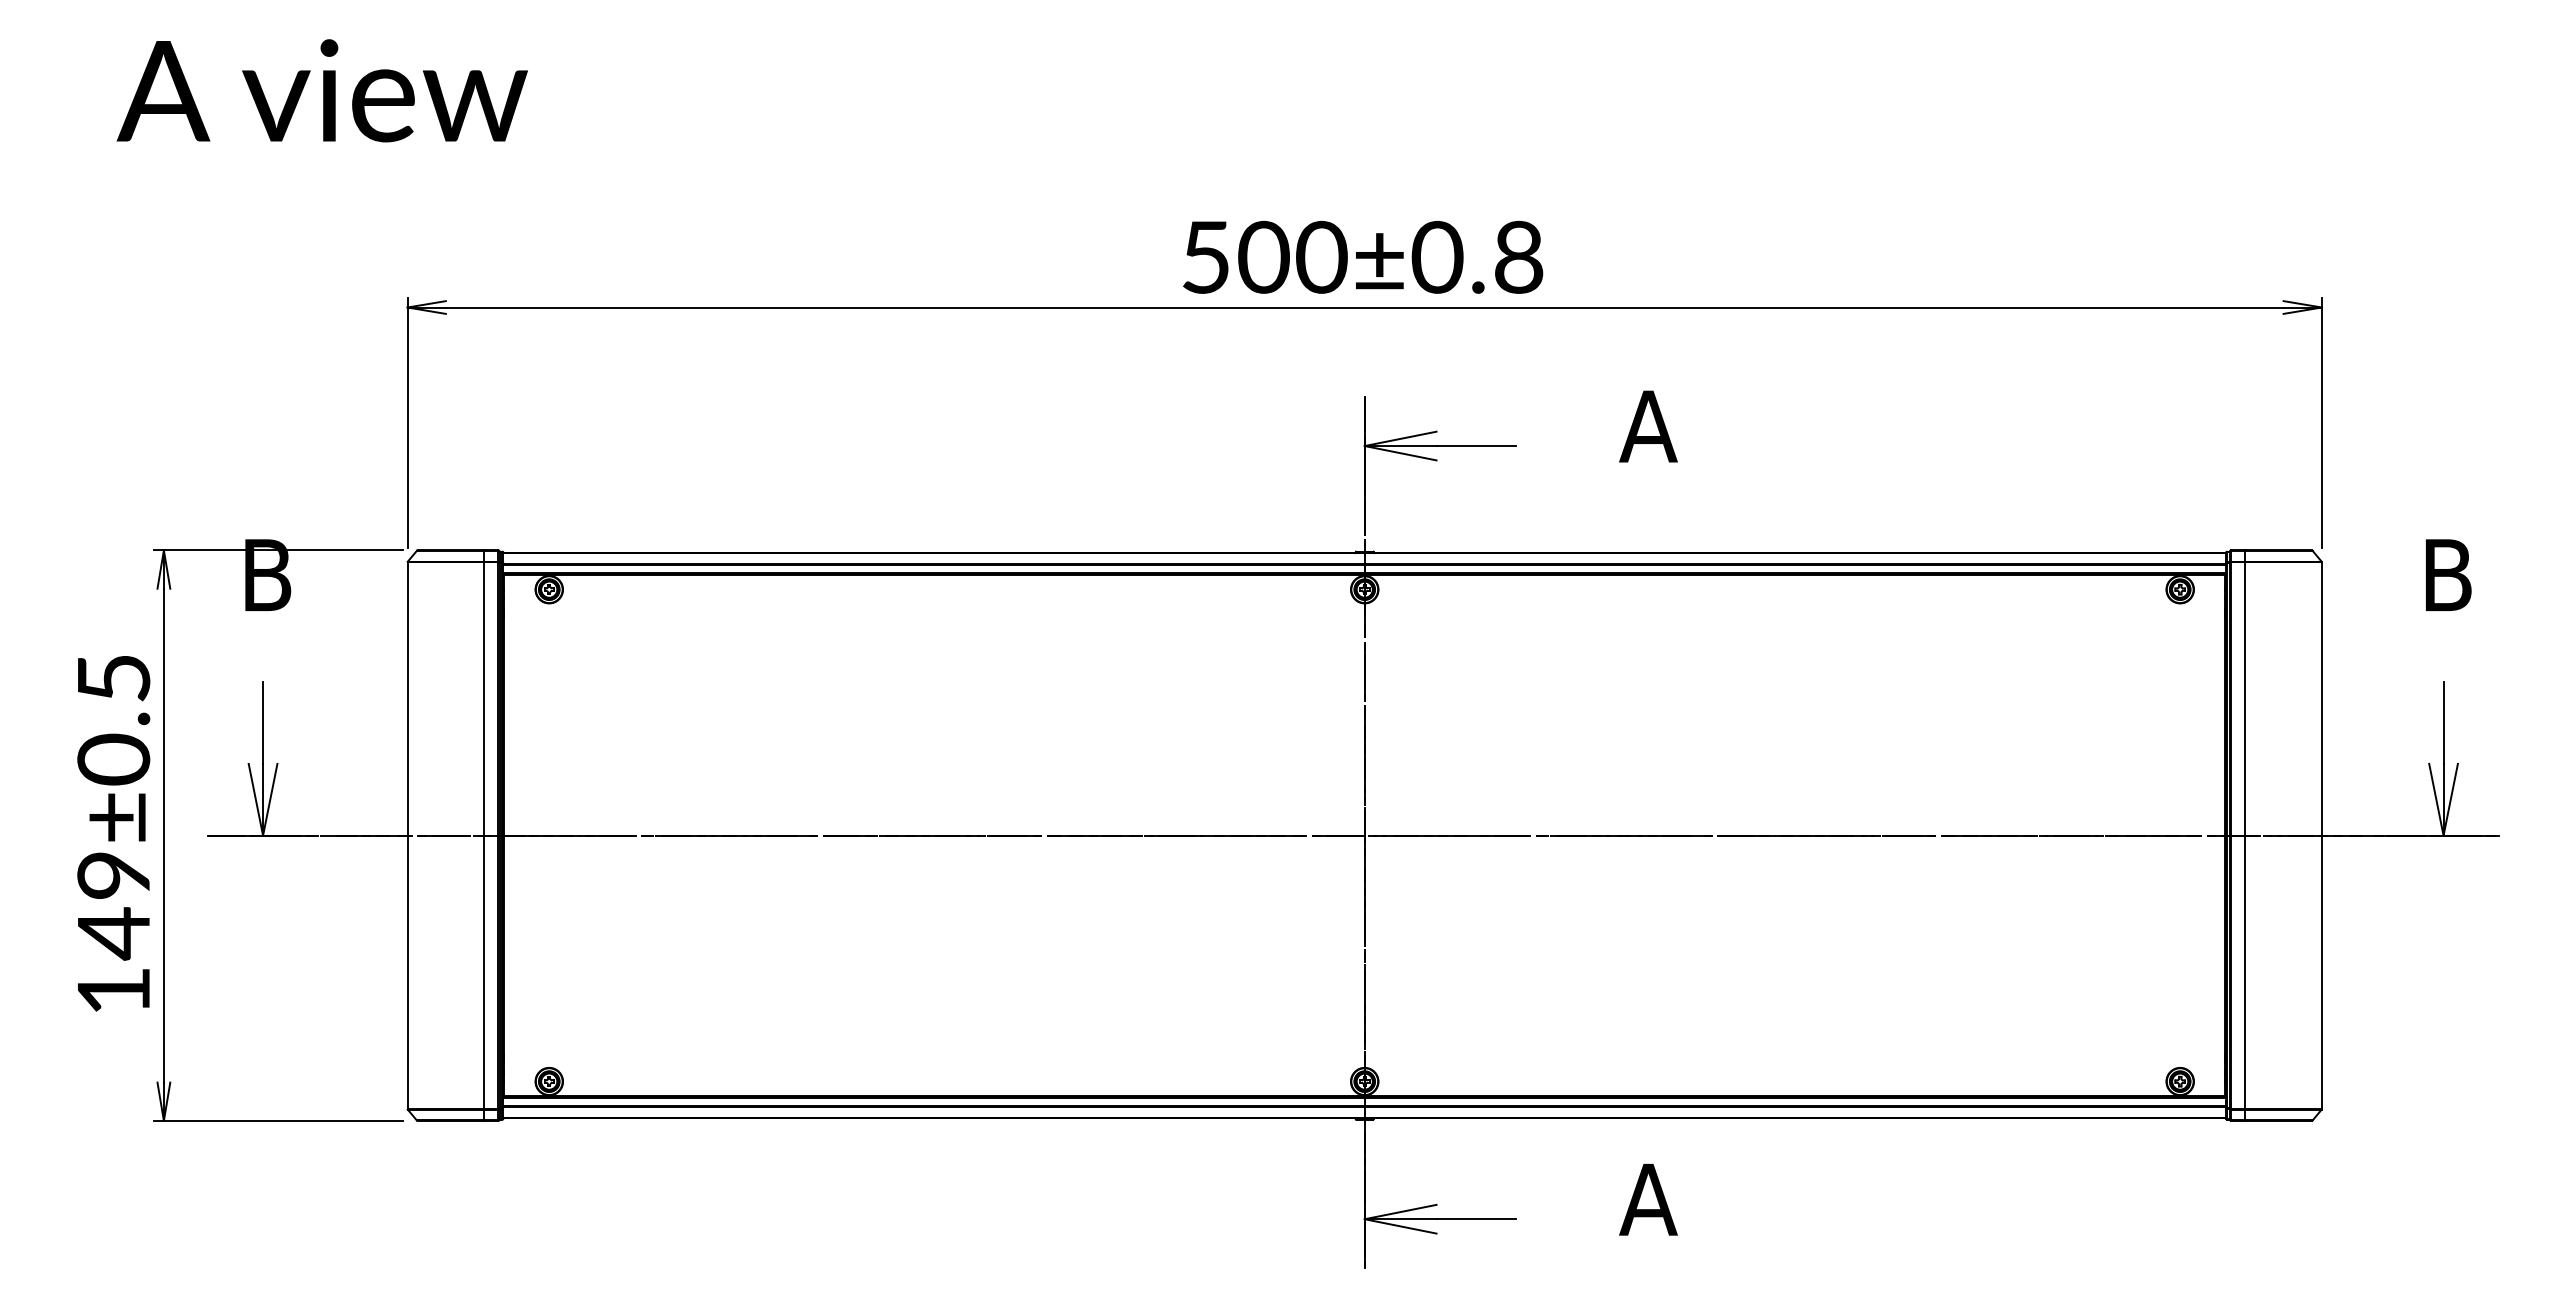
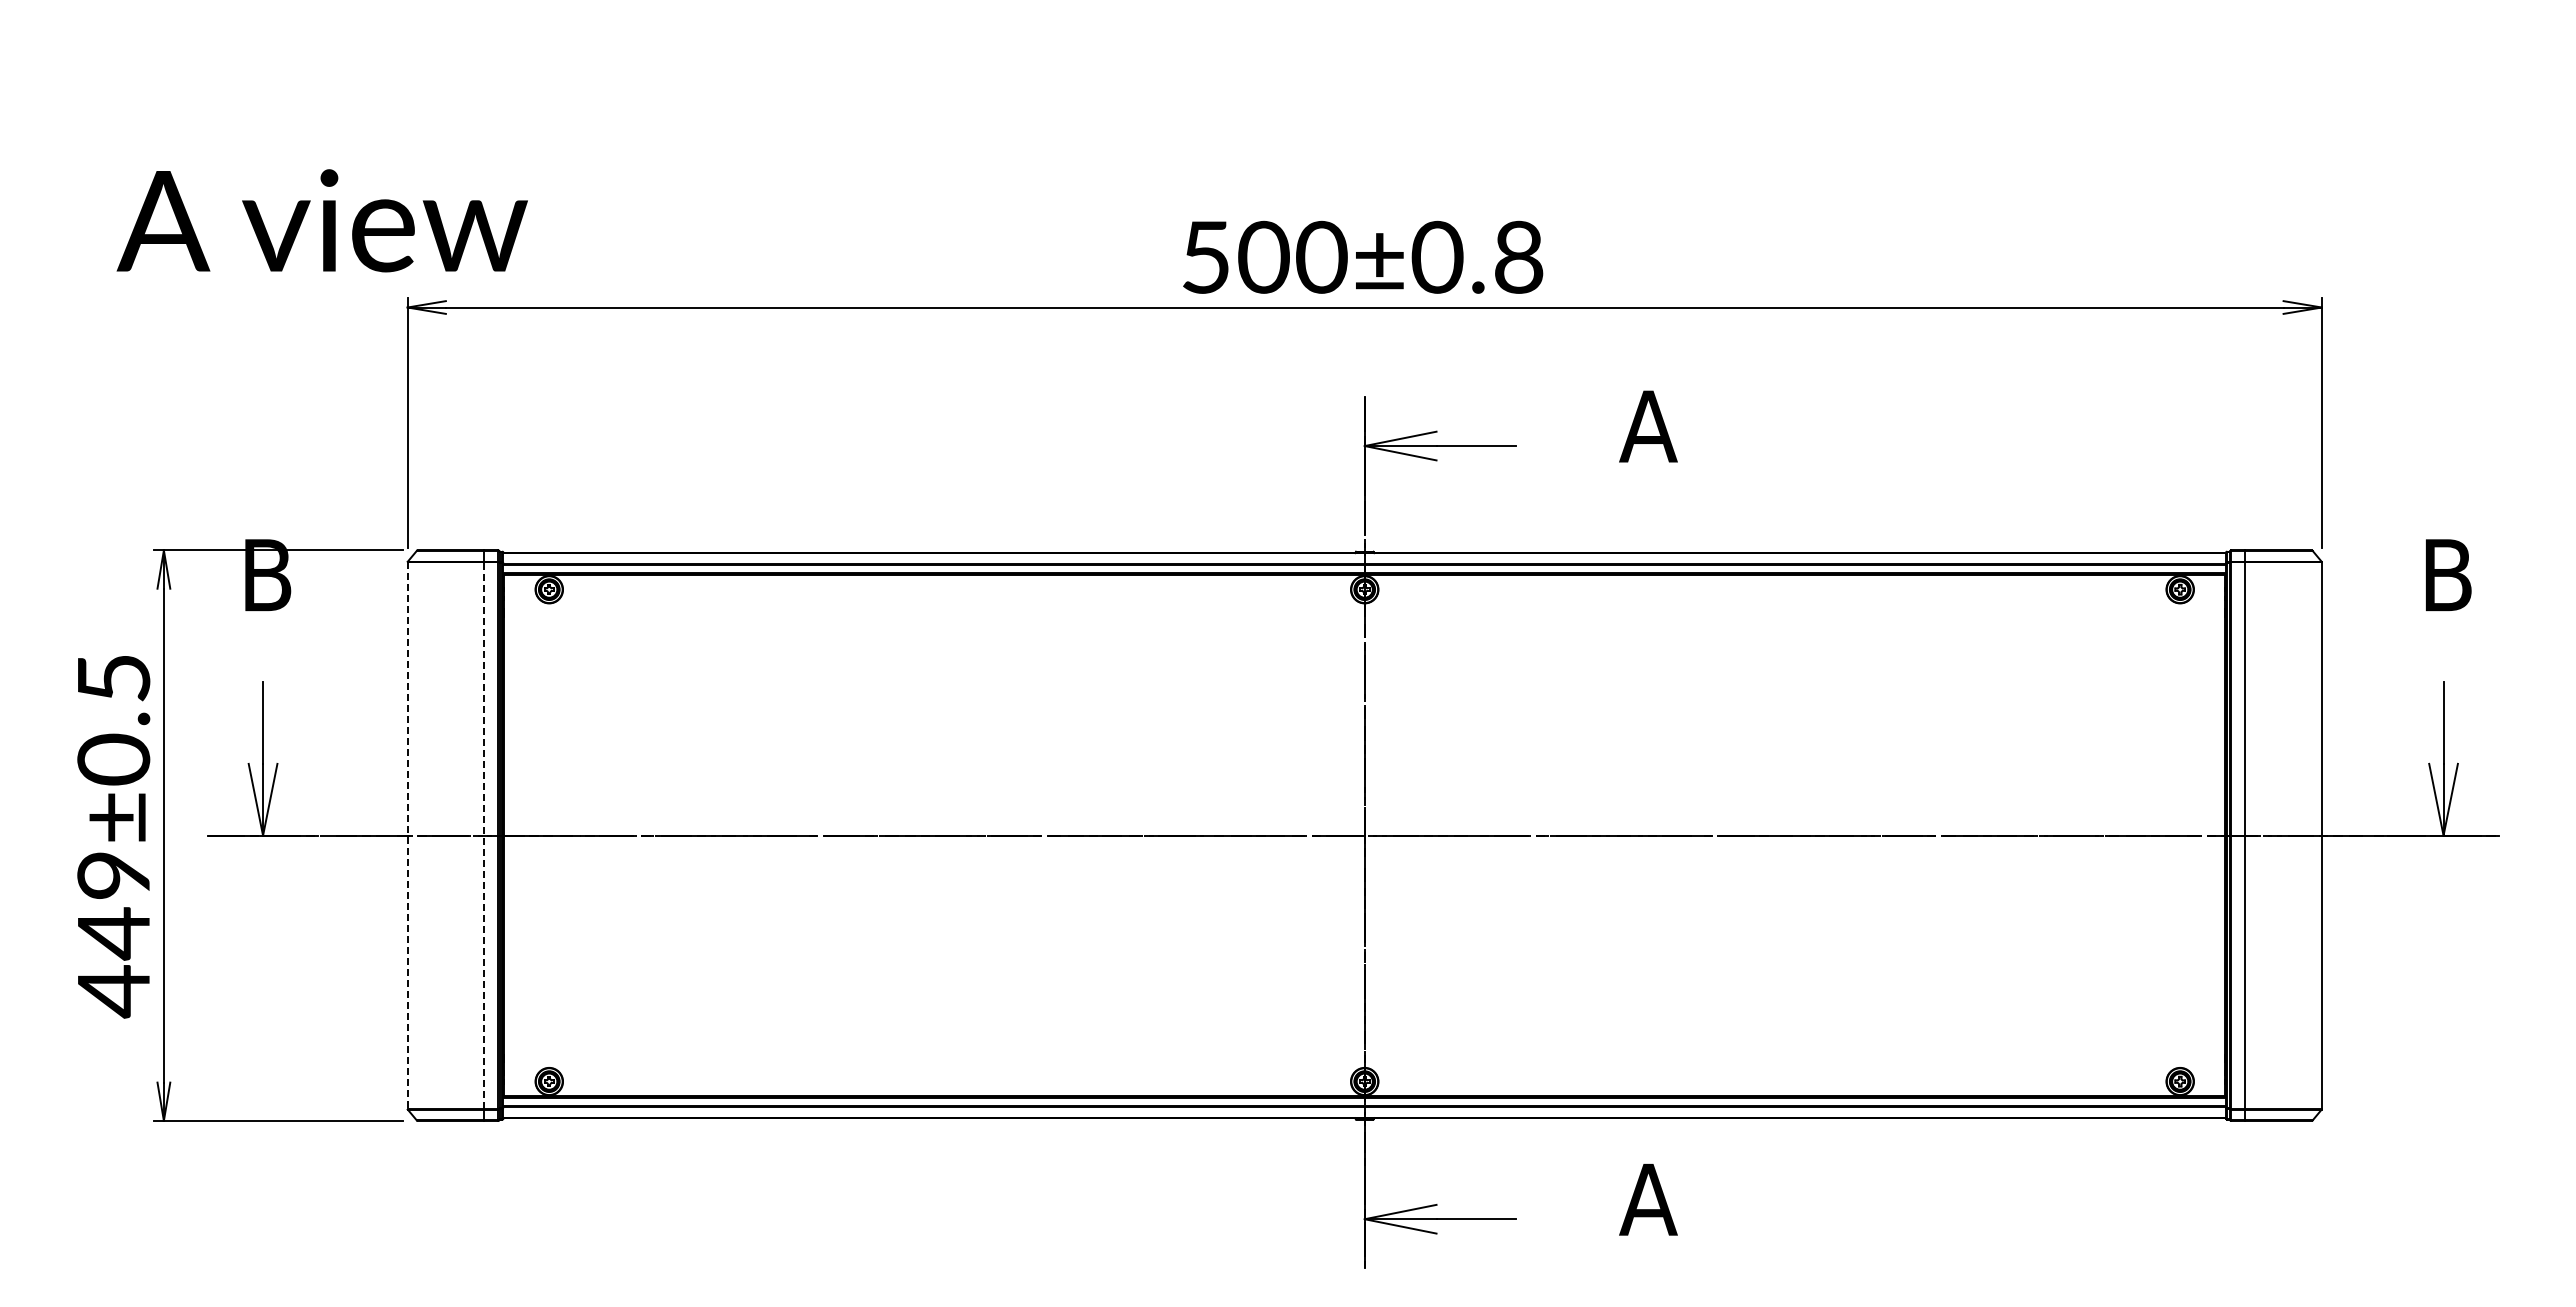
text at (321, 90) position: (321, 90) -> (321, 220)
line at (484, 835): solid -> dashed
line at (407, 836): solid -> dashed
text at (113, 991): 149±0.5 -> 449±0.5
